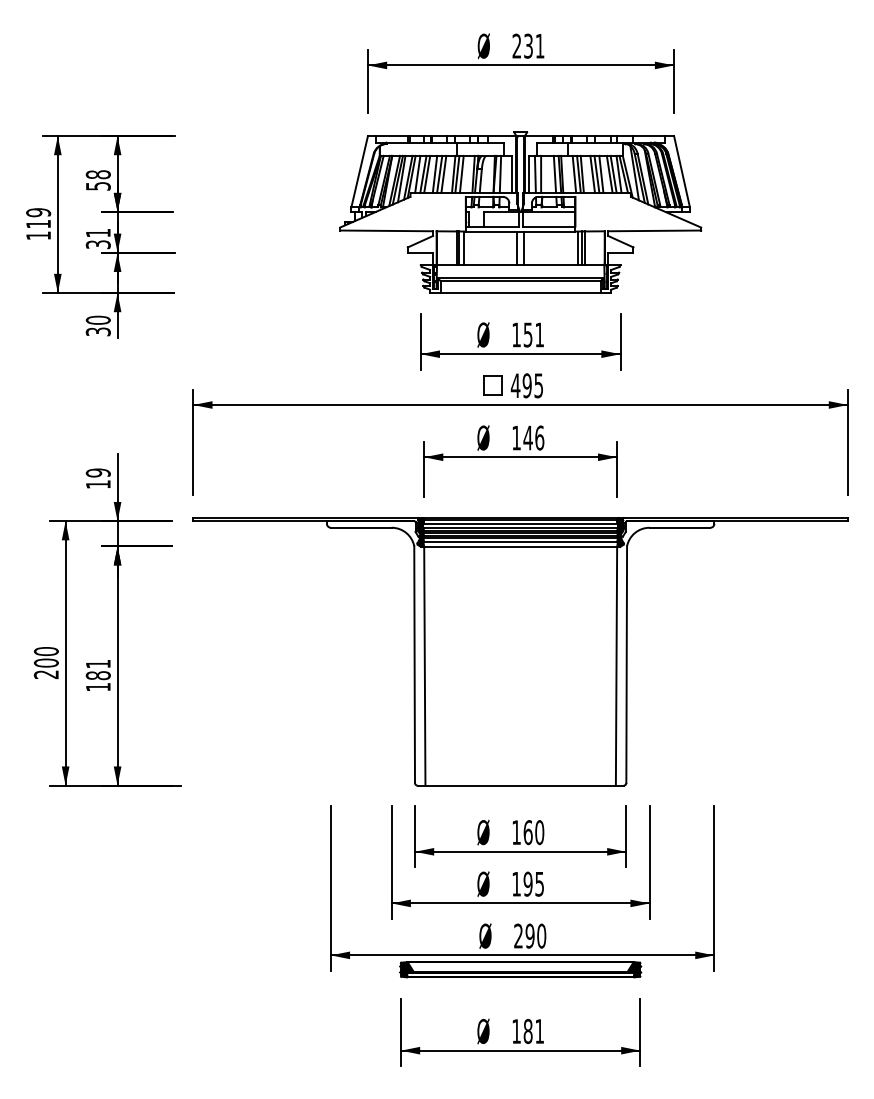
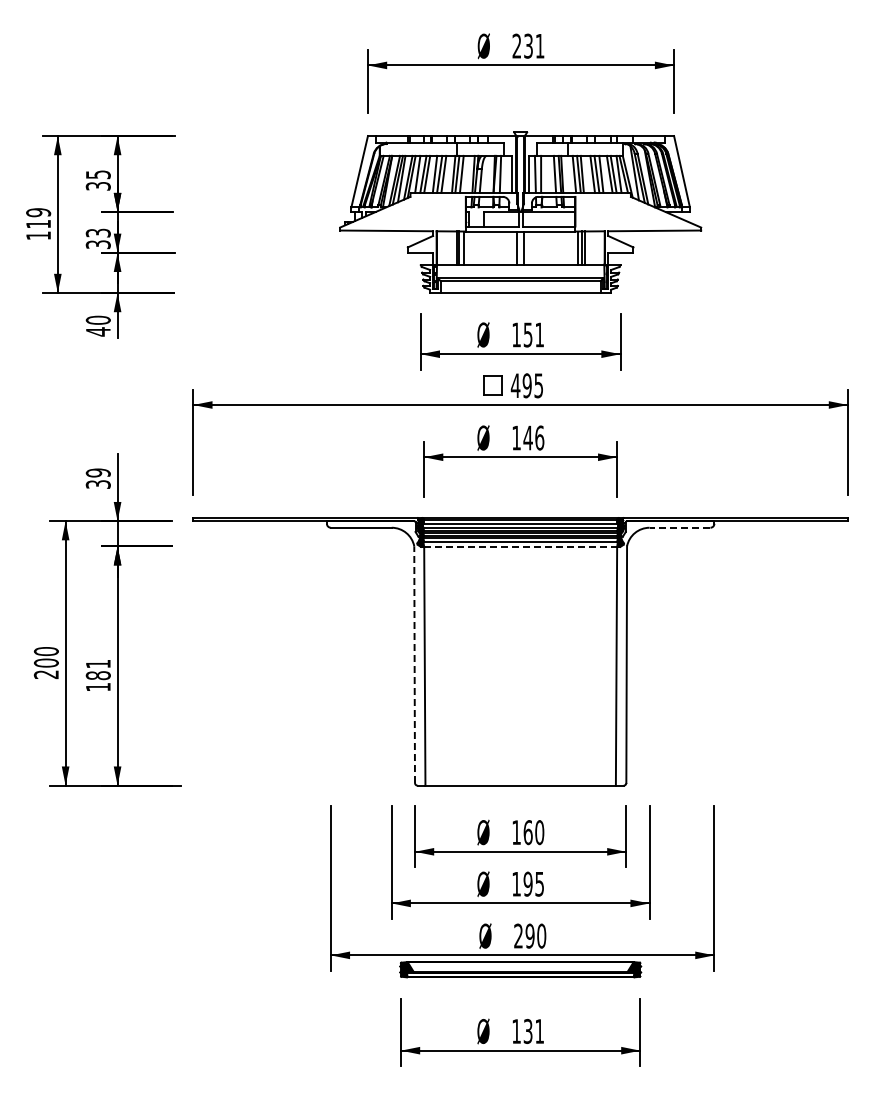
text at (97, 180): 58 -> 35
text at (97, 232): 31 -> 33
text at (97, 331): 30 -> 40
text at (97, 484): 19 -> 39
line at (679, 527): solid -> dashed
line at (521, 546): solid -> dashed
line at (414, 664): solid -> dashed
text at (527, 1031): 181 -> 131
